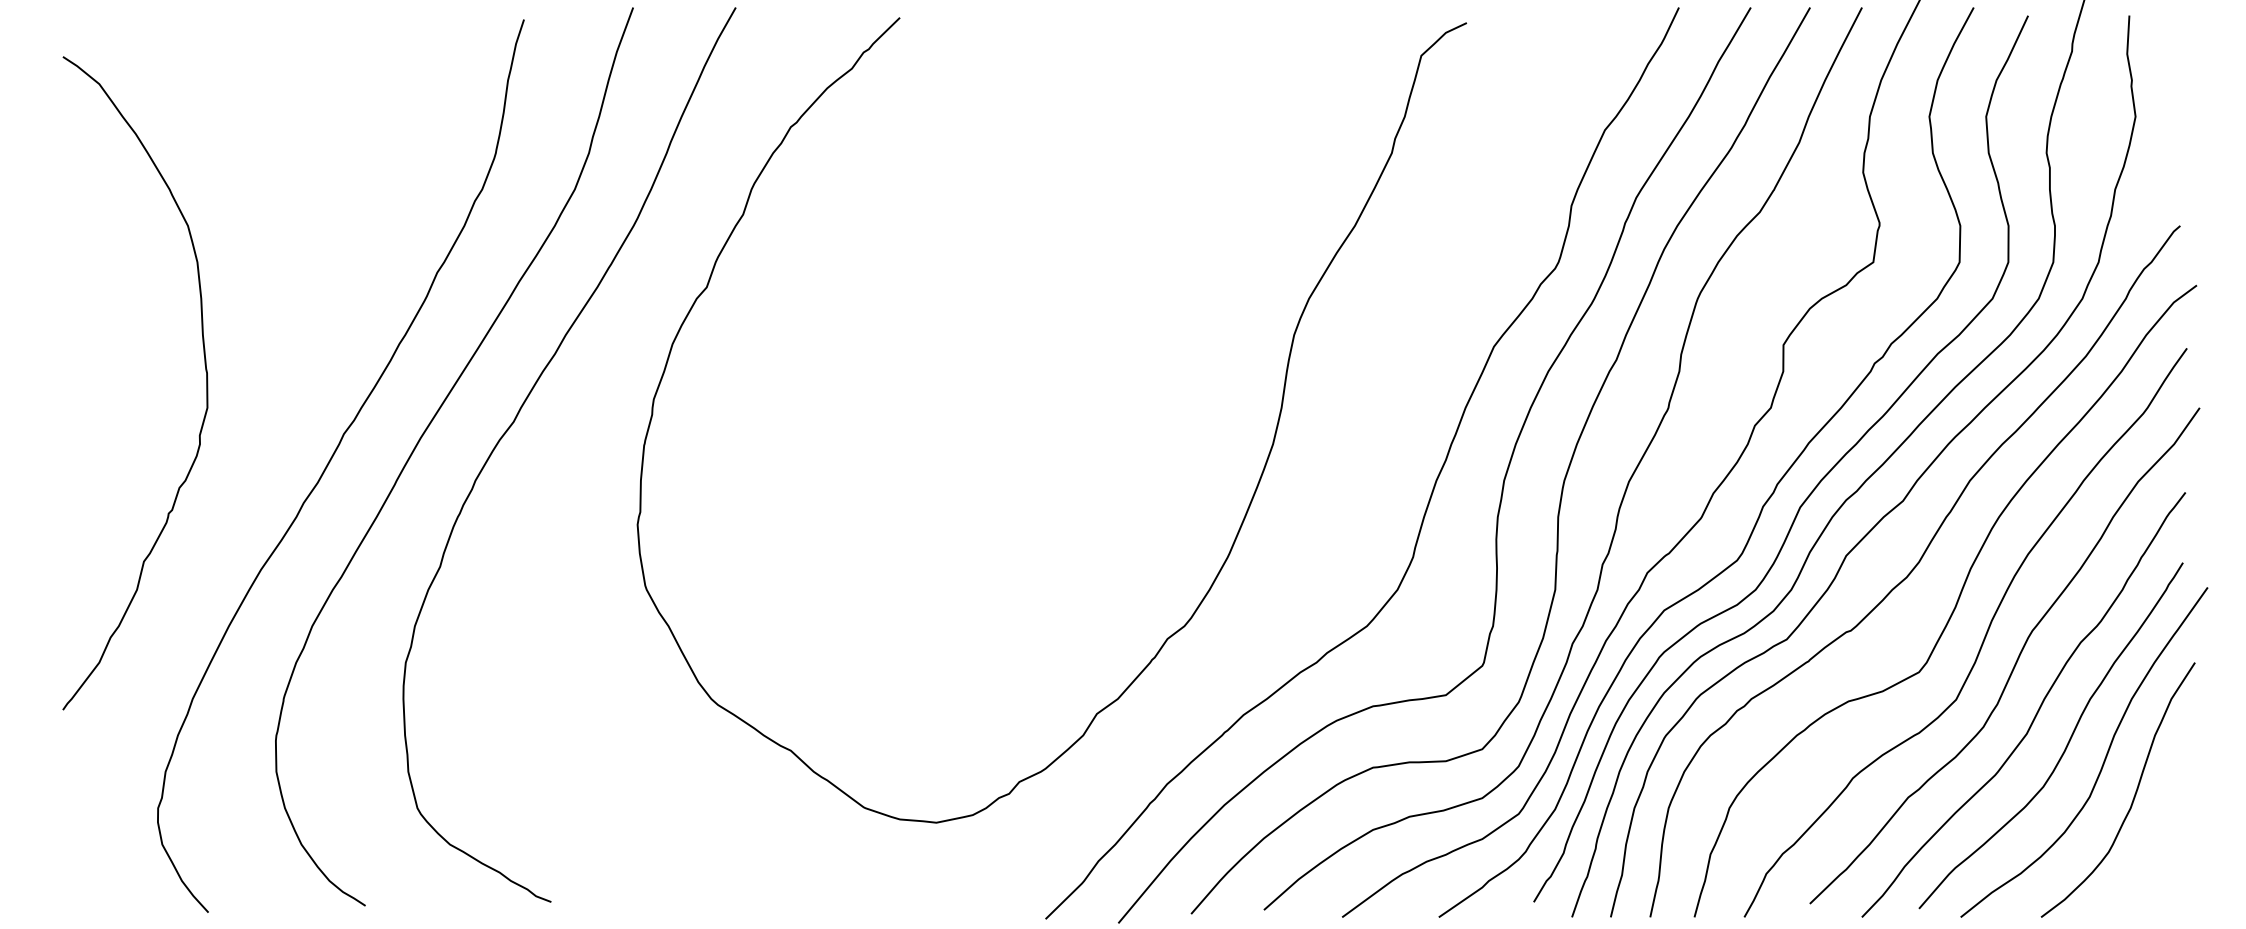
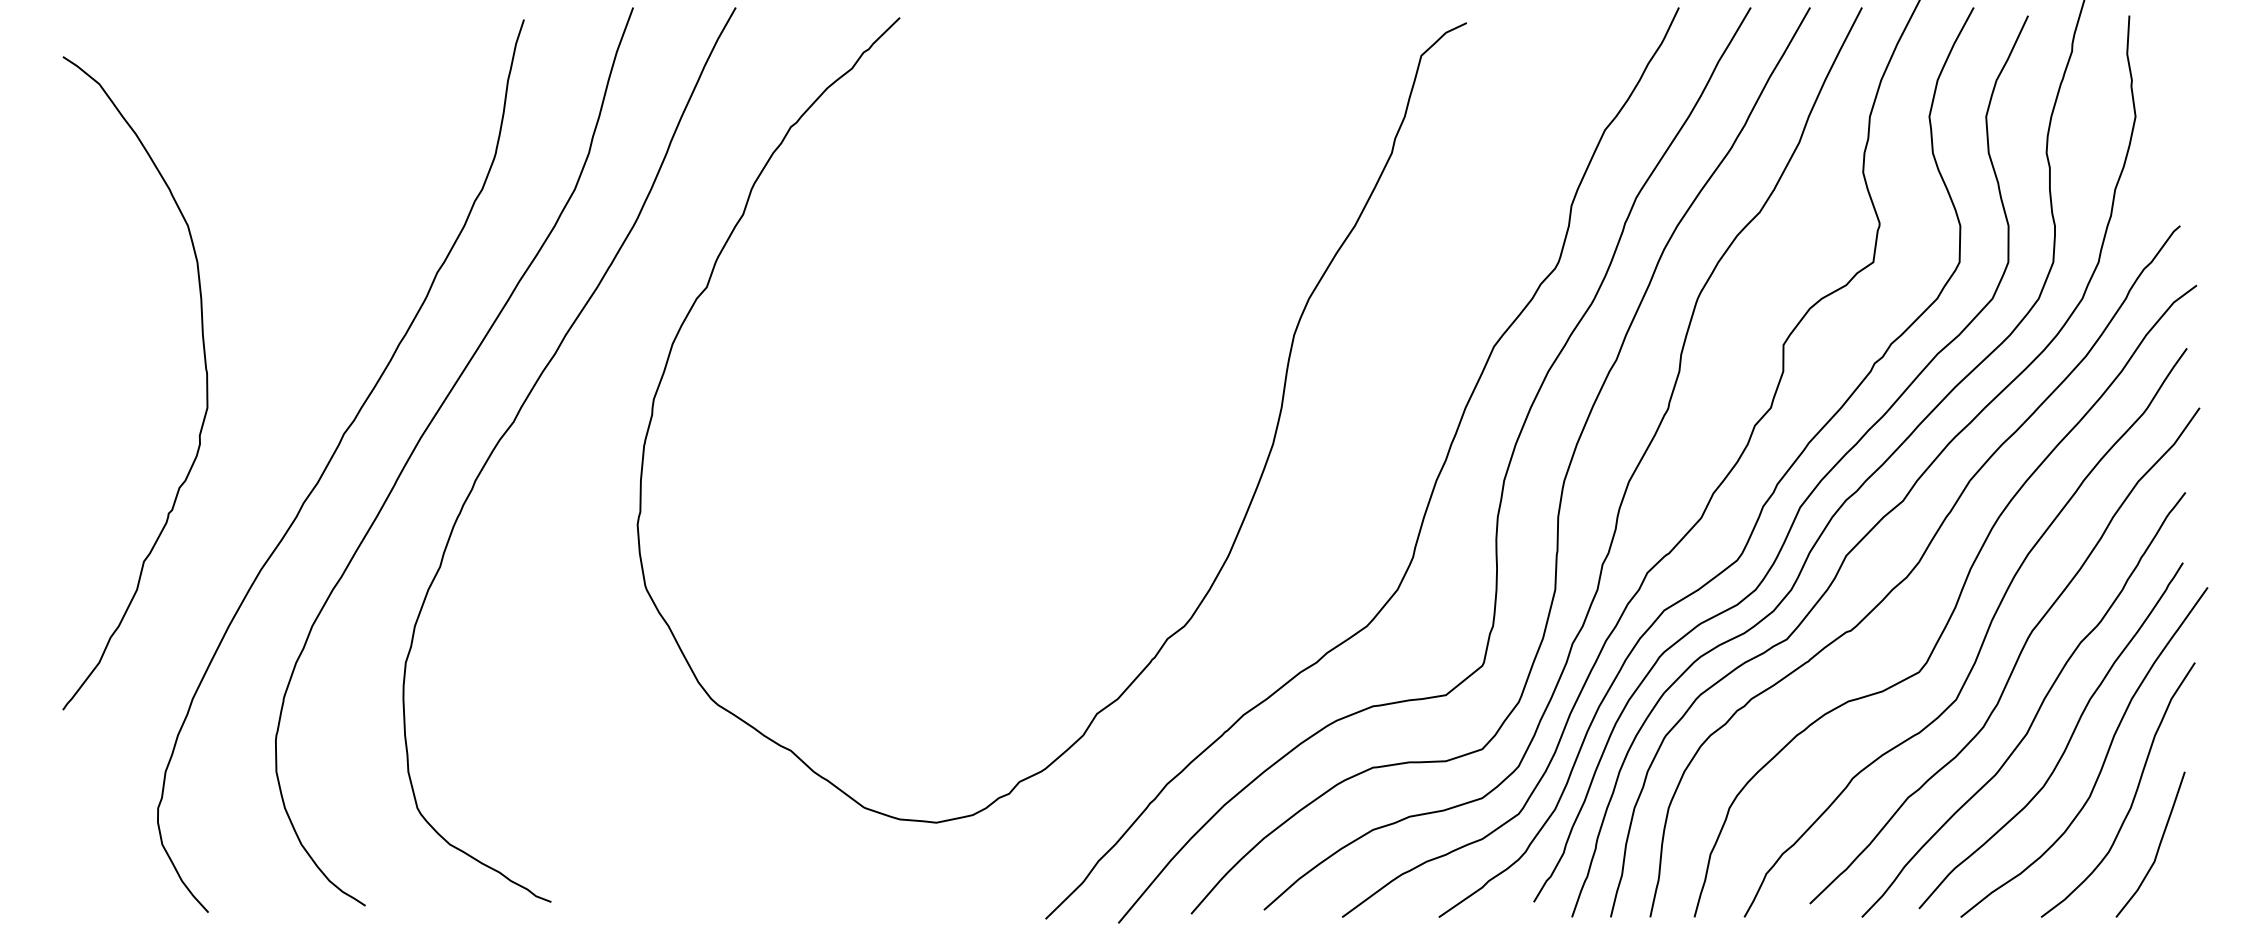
curve at (2158, 845): none -> present
